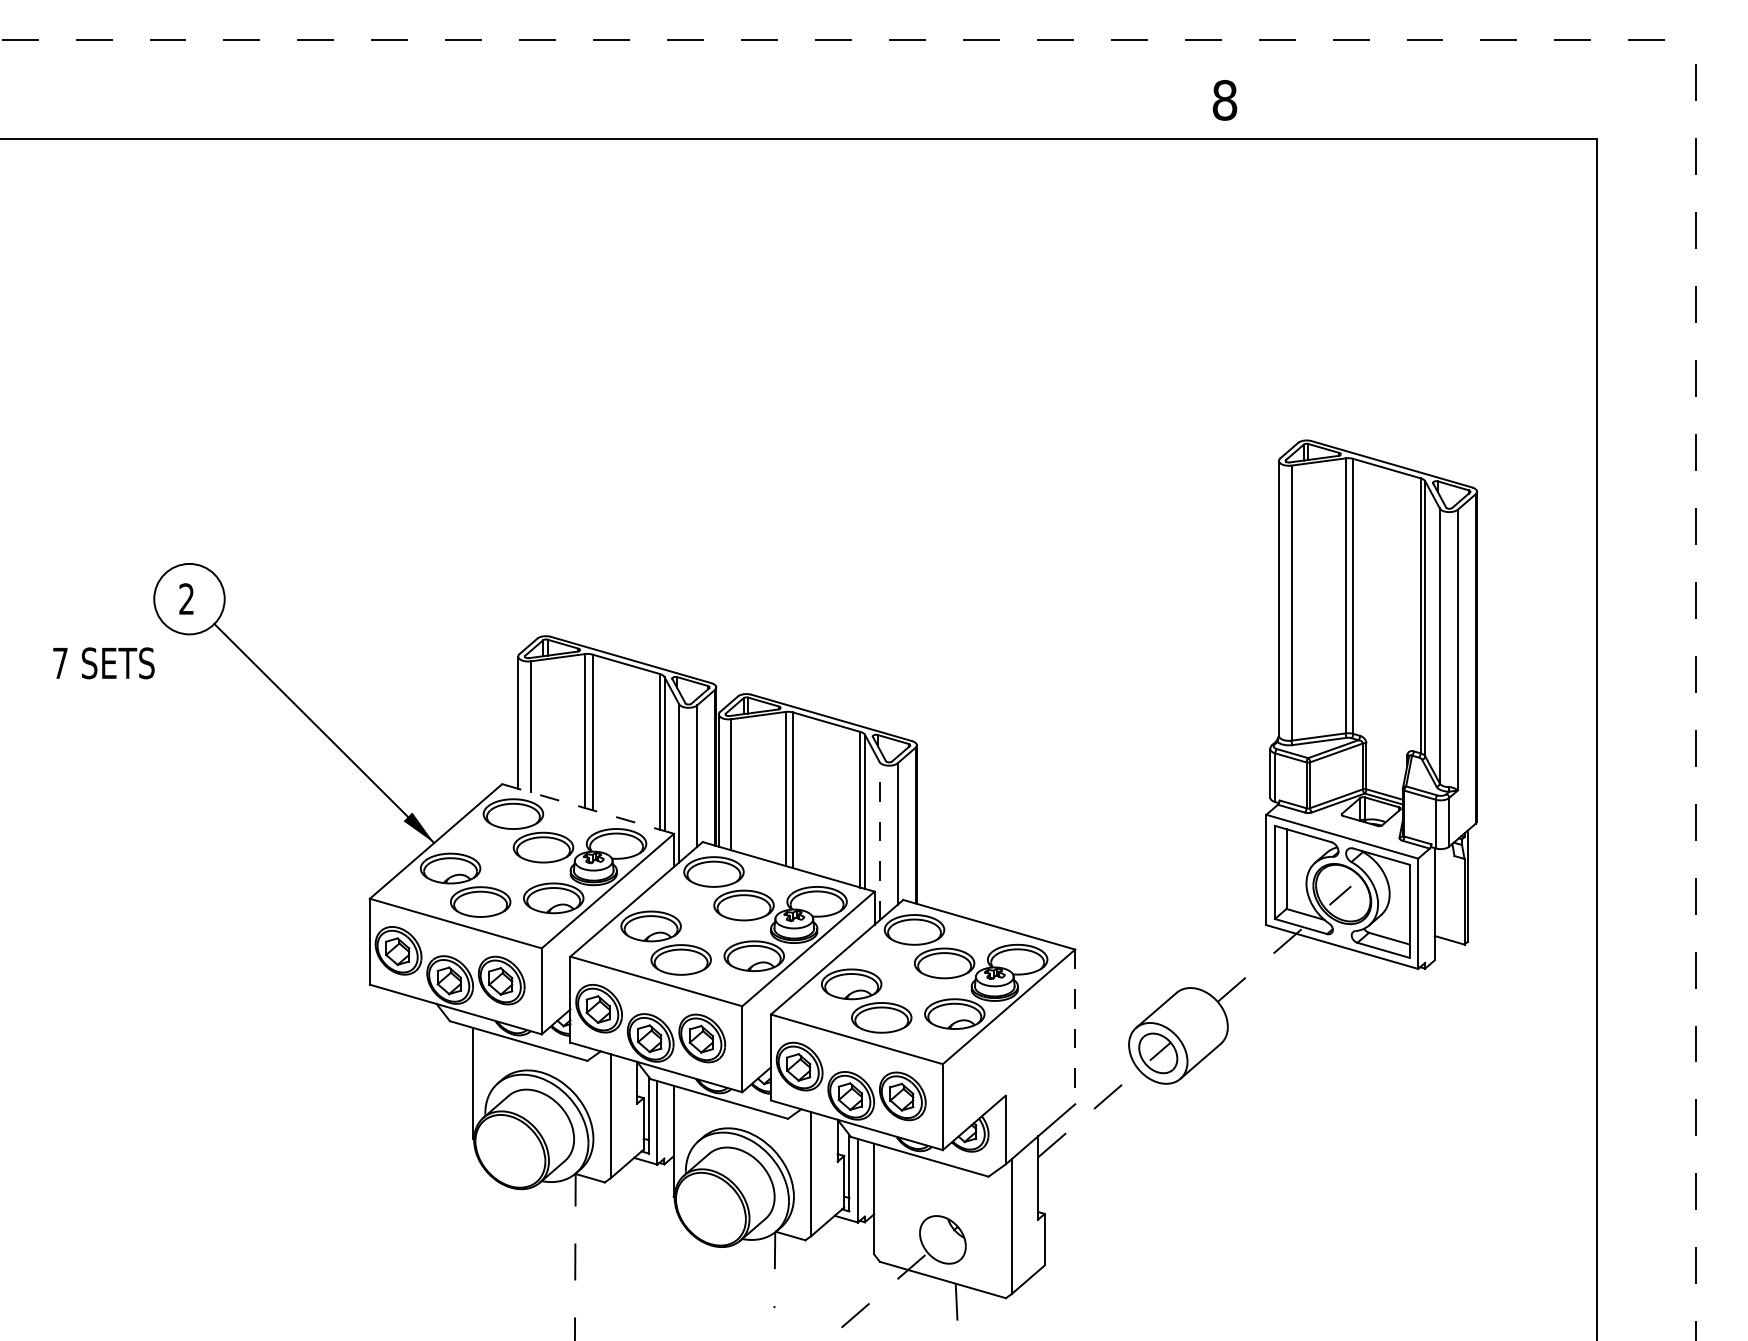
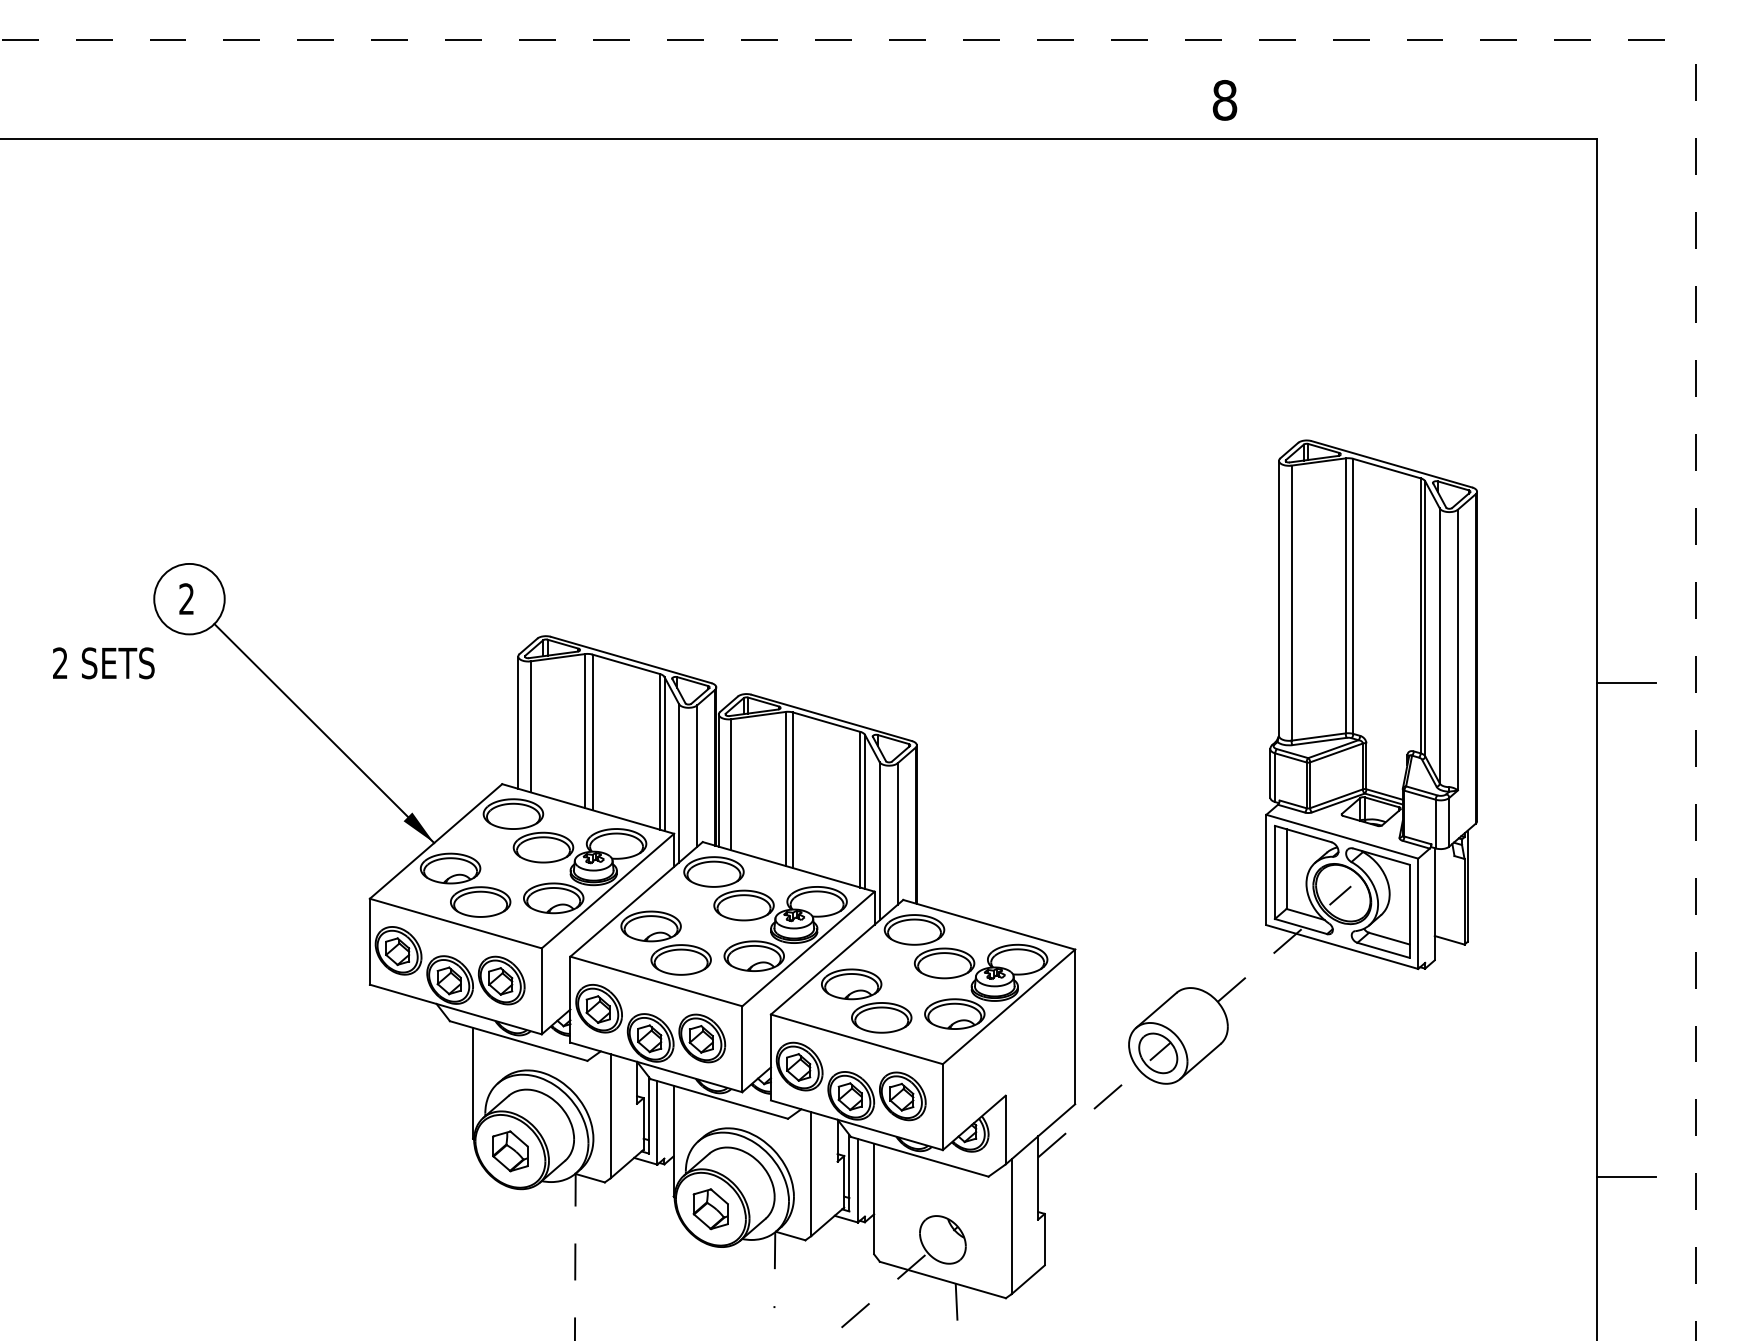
text at (60, 662): 7 -> 2
line at (1626, 682): none -> present
line at (588, 809): dashed -> solid
line at (879, 840): dashed -> solid
line at (1075, 1027): dashed -> solid
part at (510, 1151): none -> present
line at (1626, 1177): none -> present
part at (710, 1209): none -> present
